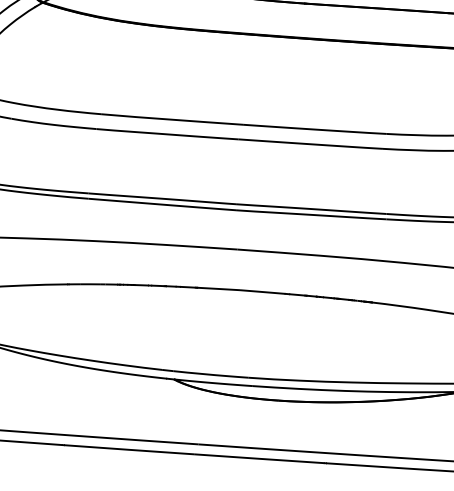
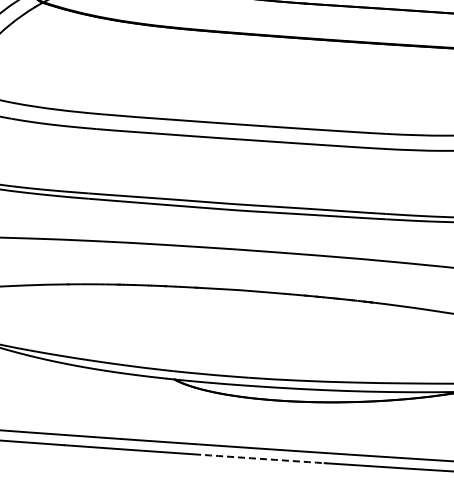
arc at (259, 458): solid -> dashed
